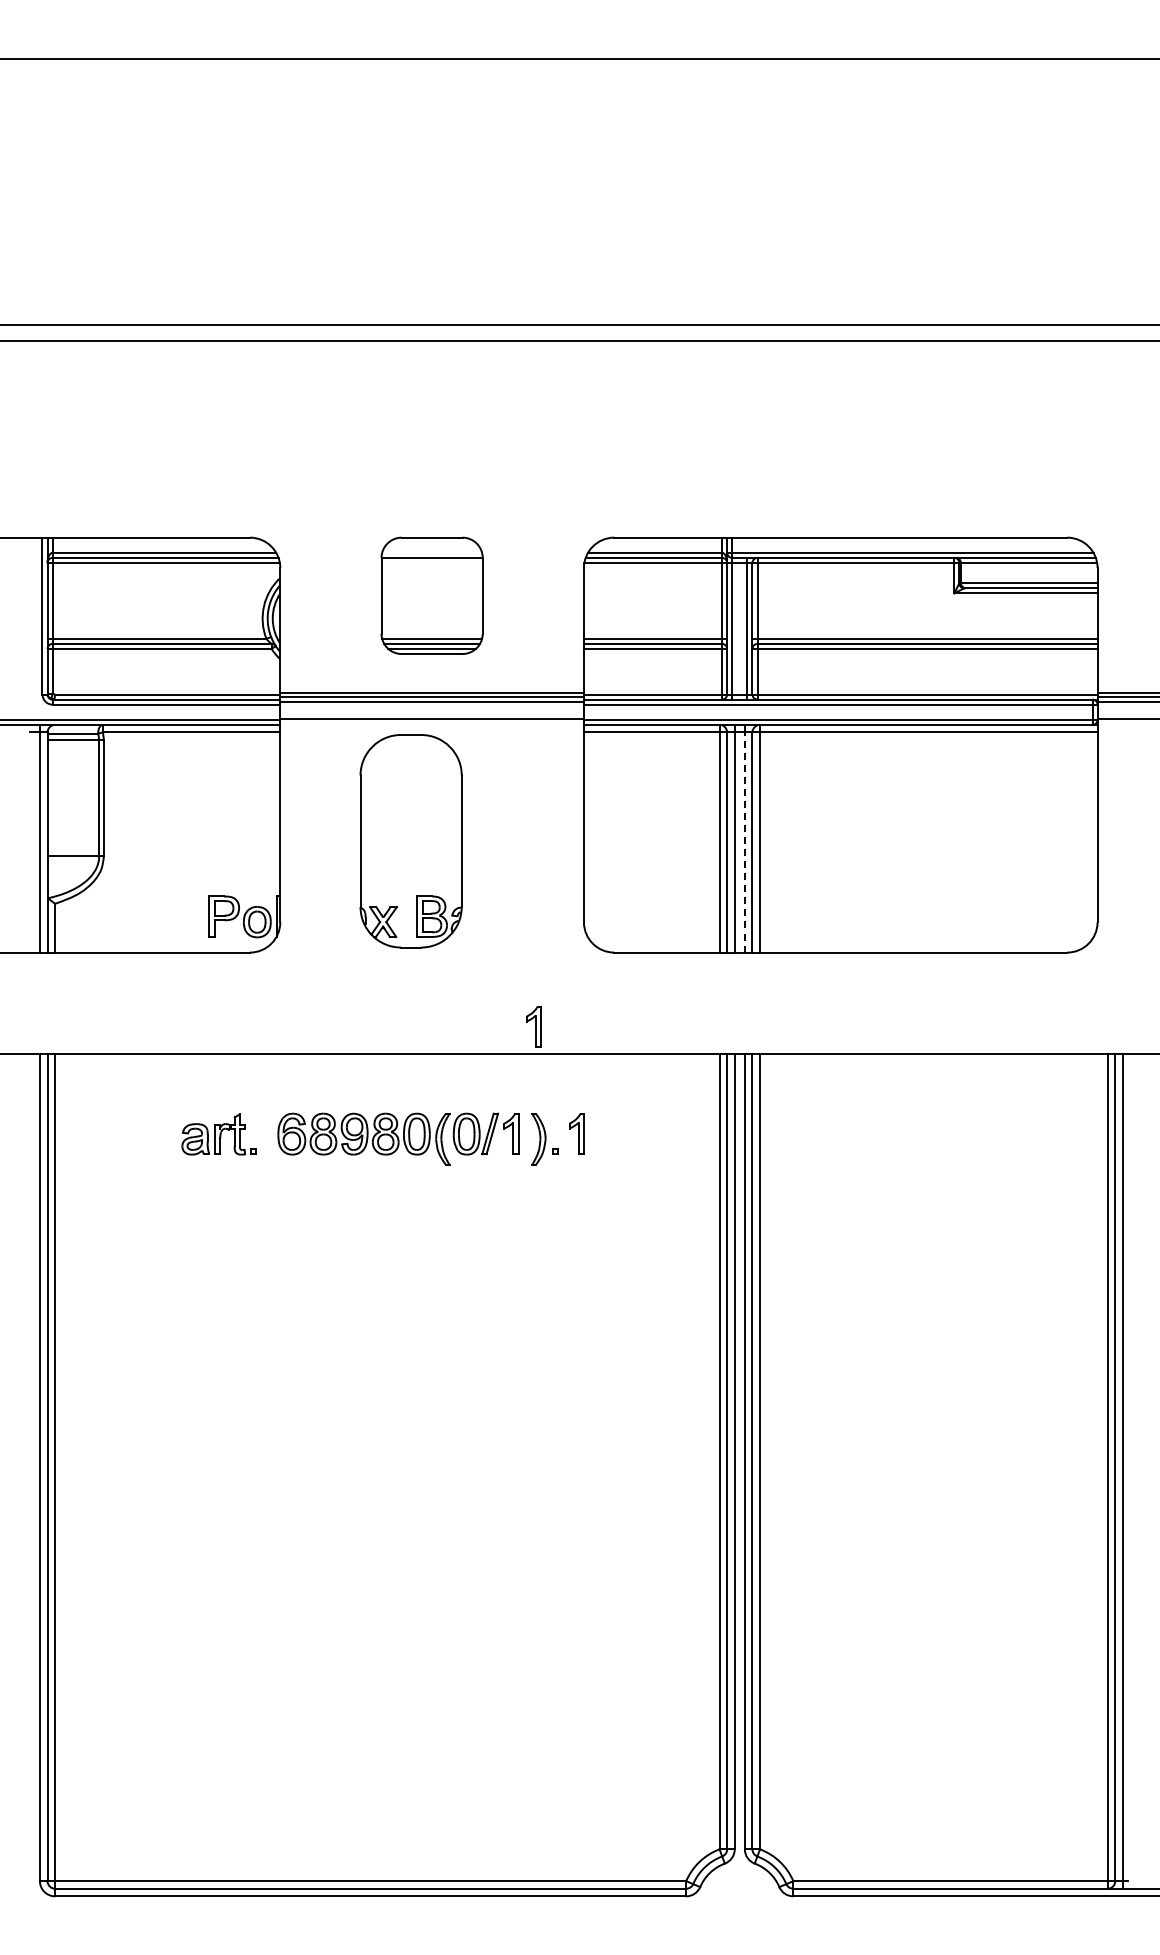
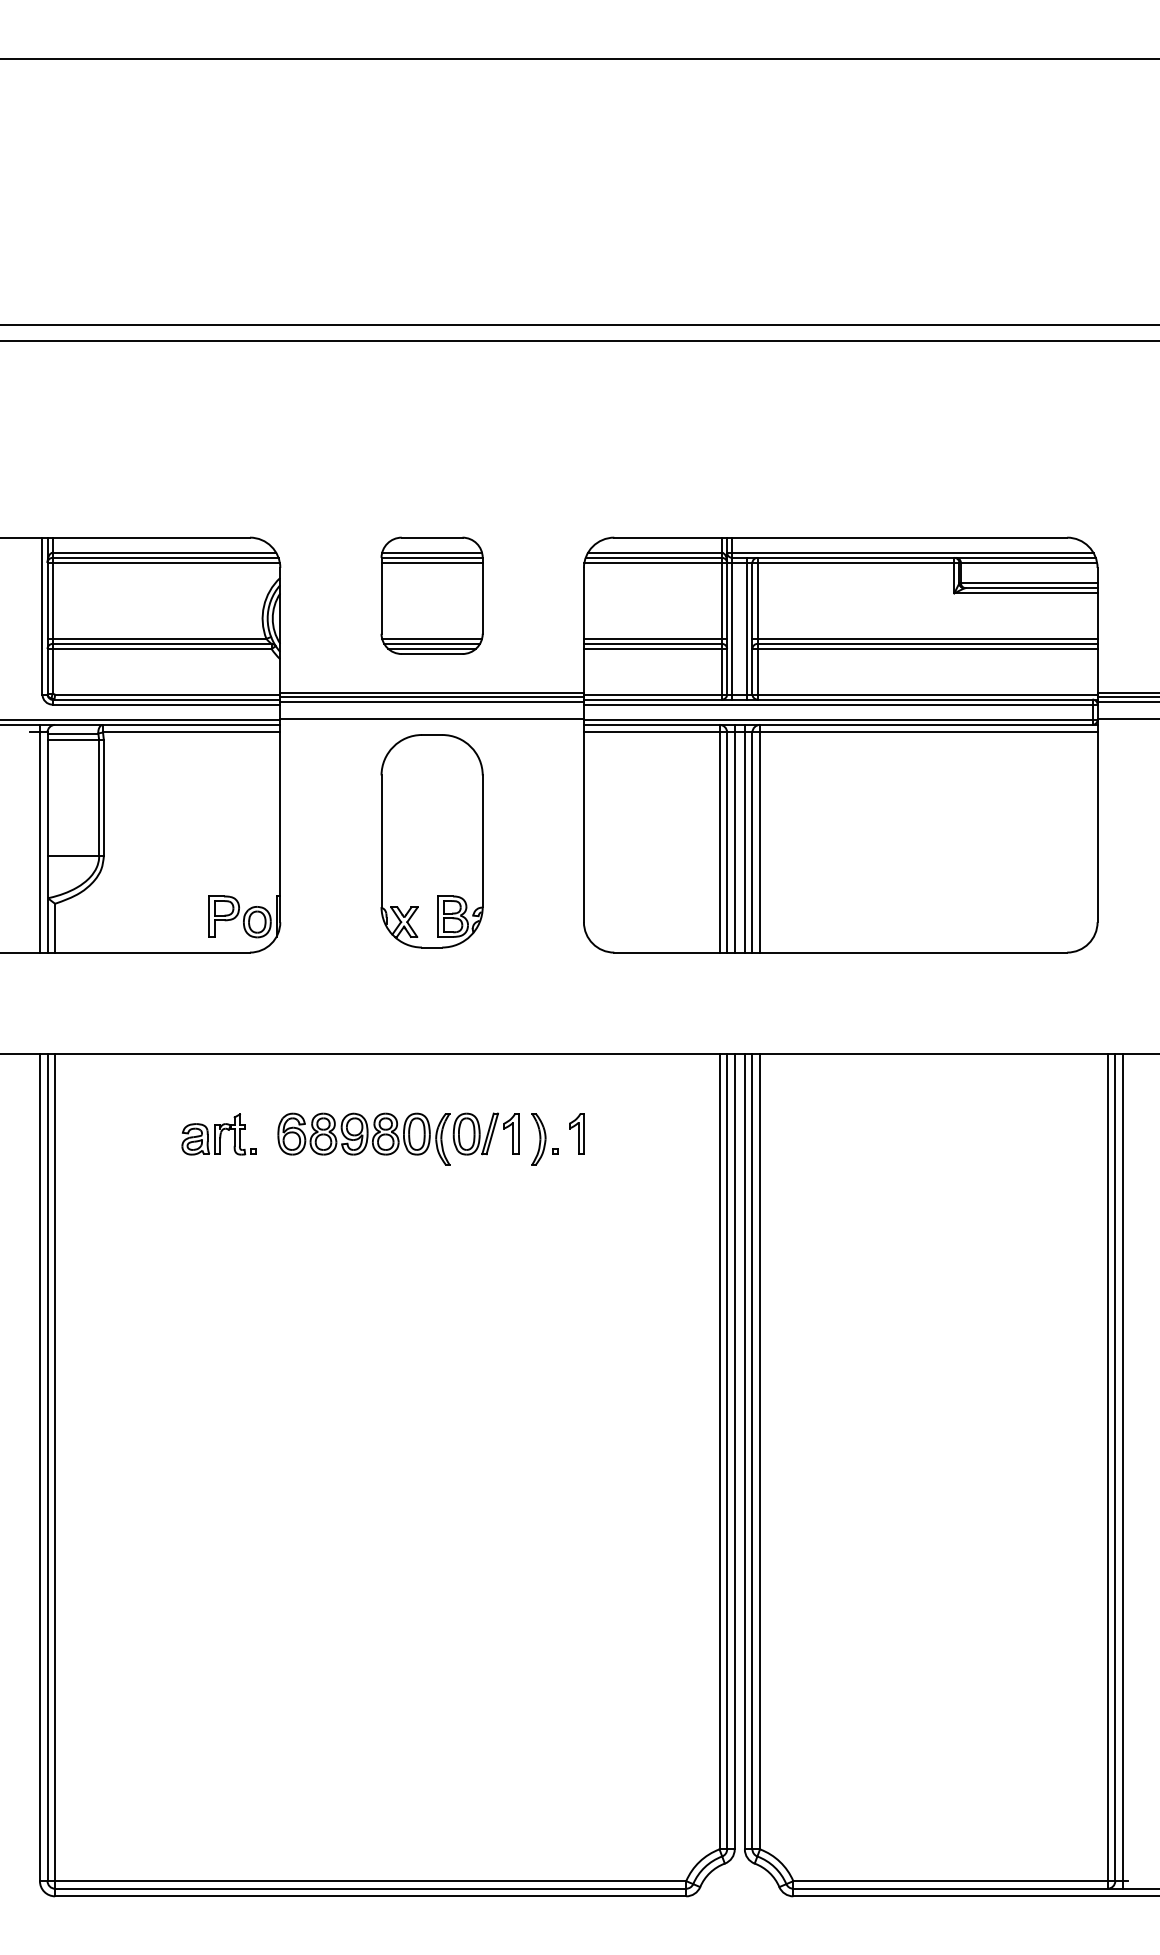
line at (432, 552): none -> present
line at (431, 562): none -> present
part at (410, 841) position: (410, 841) -> (431, 841)
line at (744, 842): dashed -> solid
part at (533, 1026): present -> none
